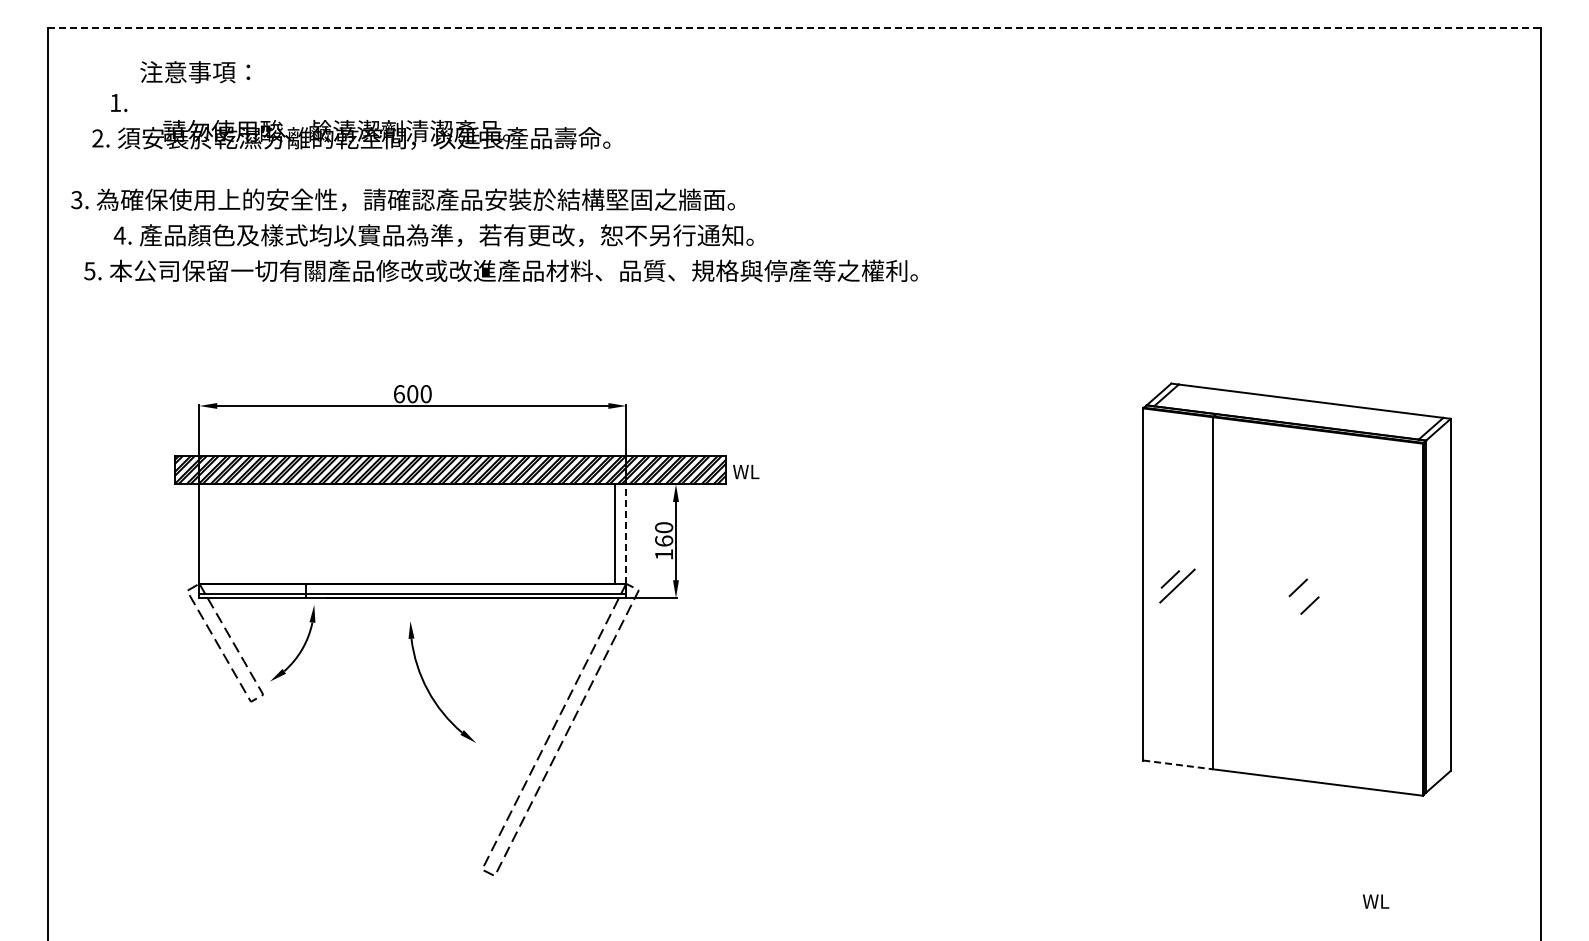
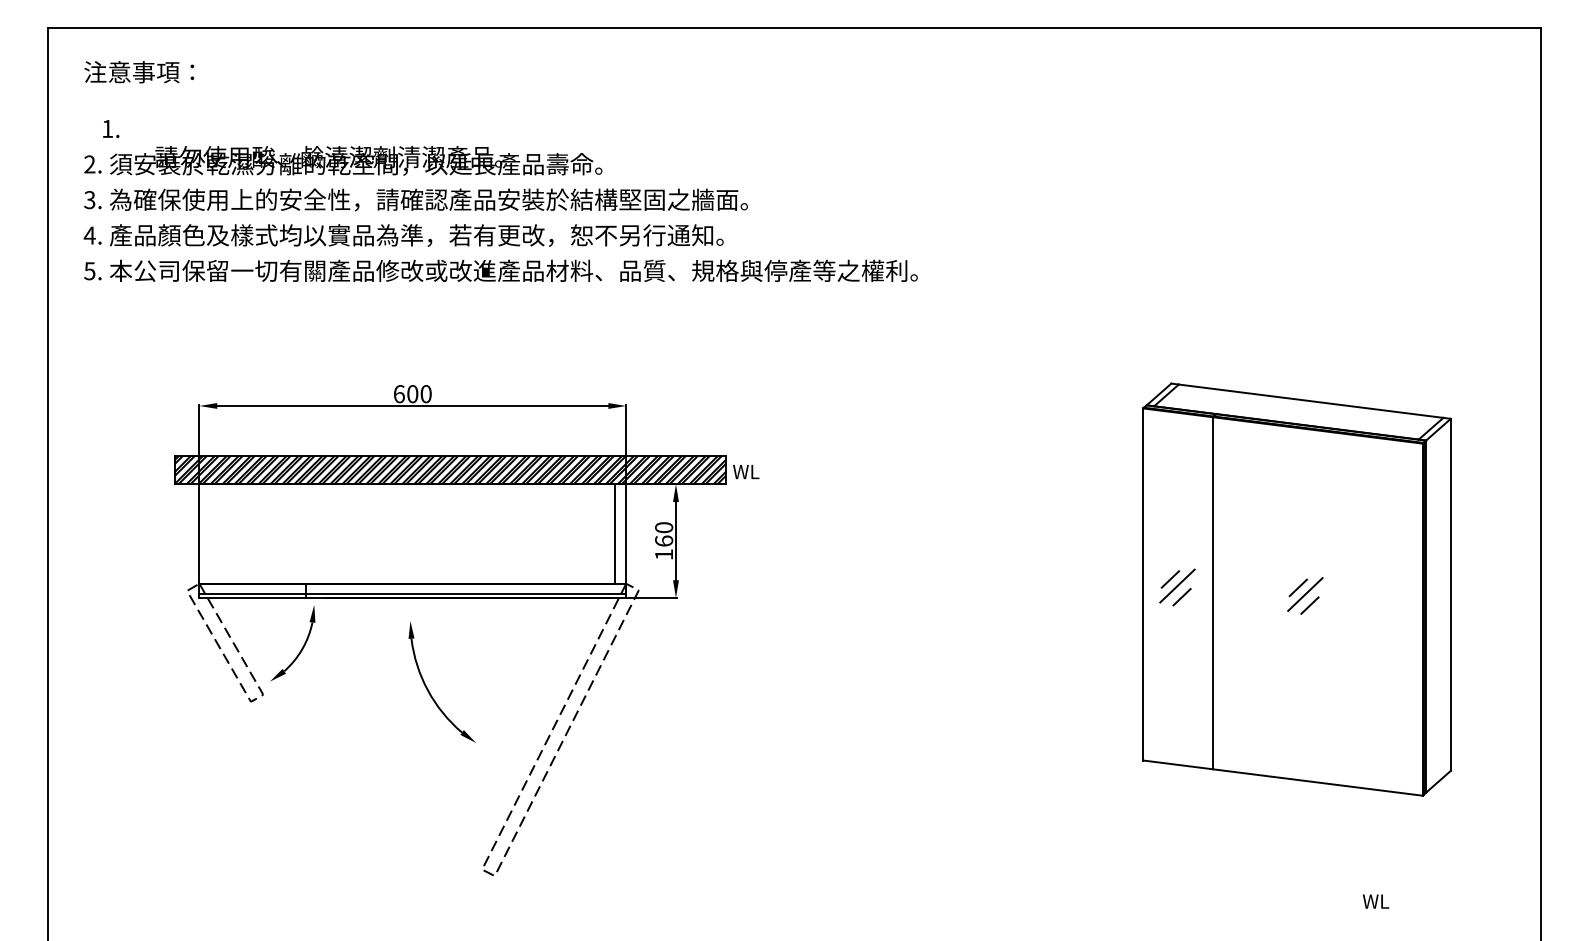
line at (794, 28): dashed -> solid
text at (195, 72) position: (195, 72) -> (139, 72)
text at (351, 121) position: (351, 121) -> (343, 147)
text at (402, 199) position: (402, 199) -> (415, 199)
text at (433, 235) position: (433, 235) -> (403, 235)
line at (626, 534): dashed -> solid
line at (1305, 594): none -> present
line at (1181, 596): none -> present
line at (1178, 764): dashed -> solid
